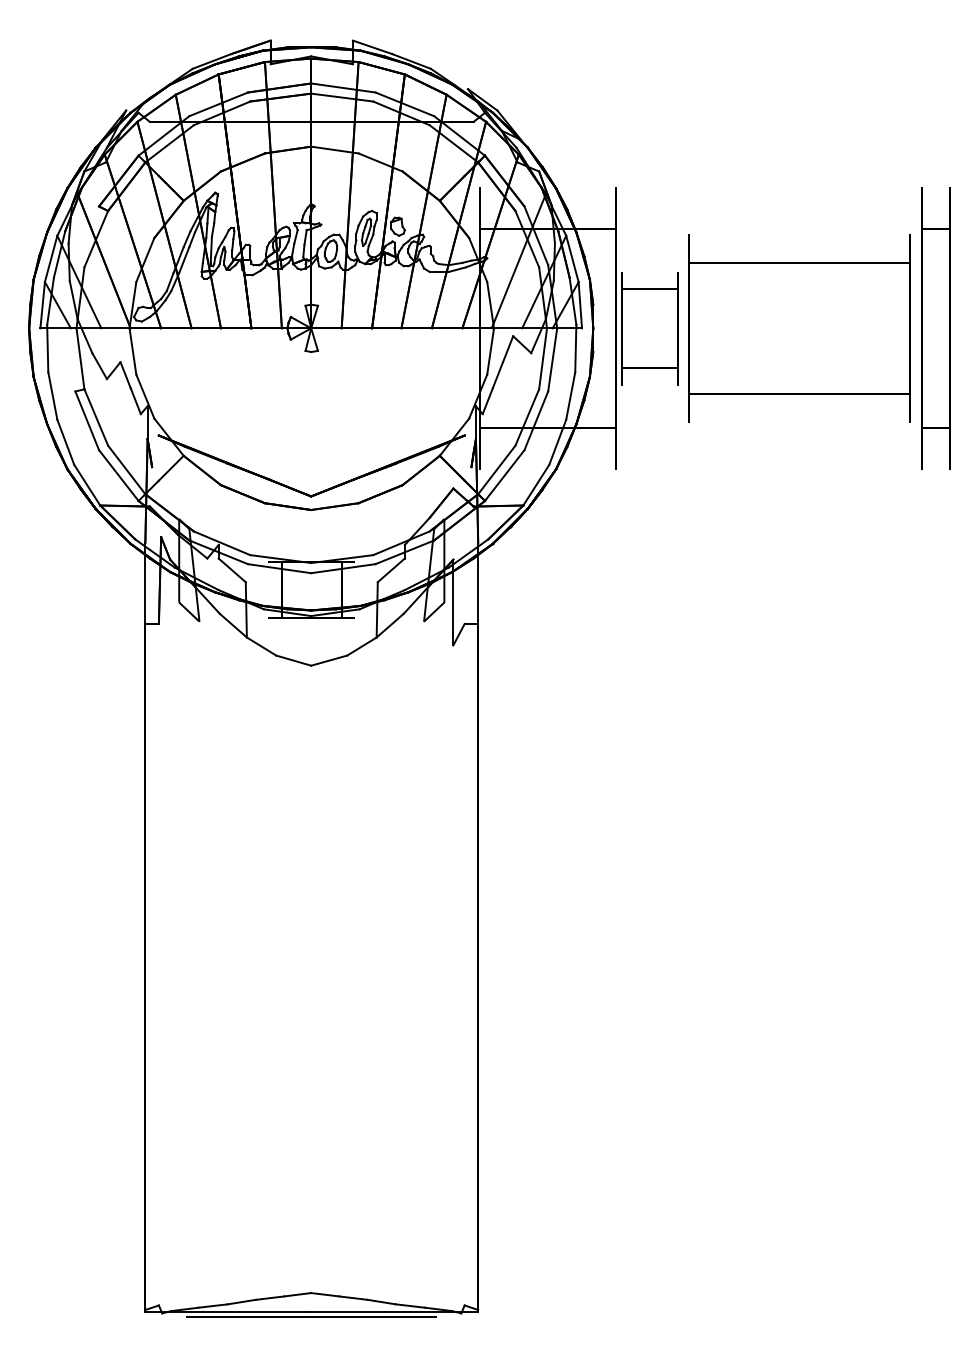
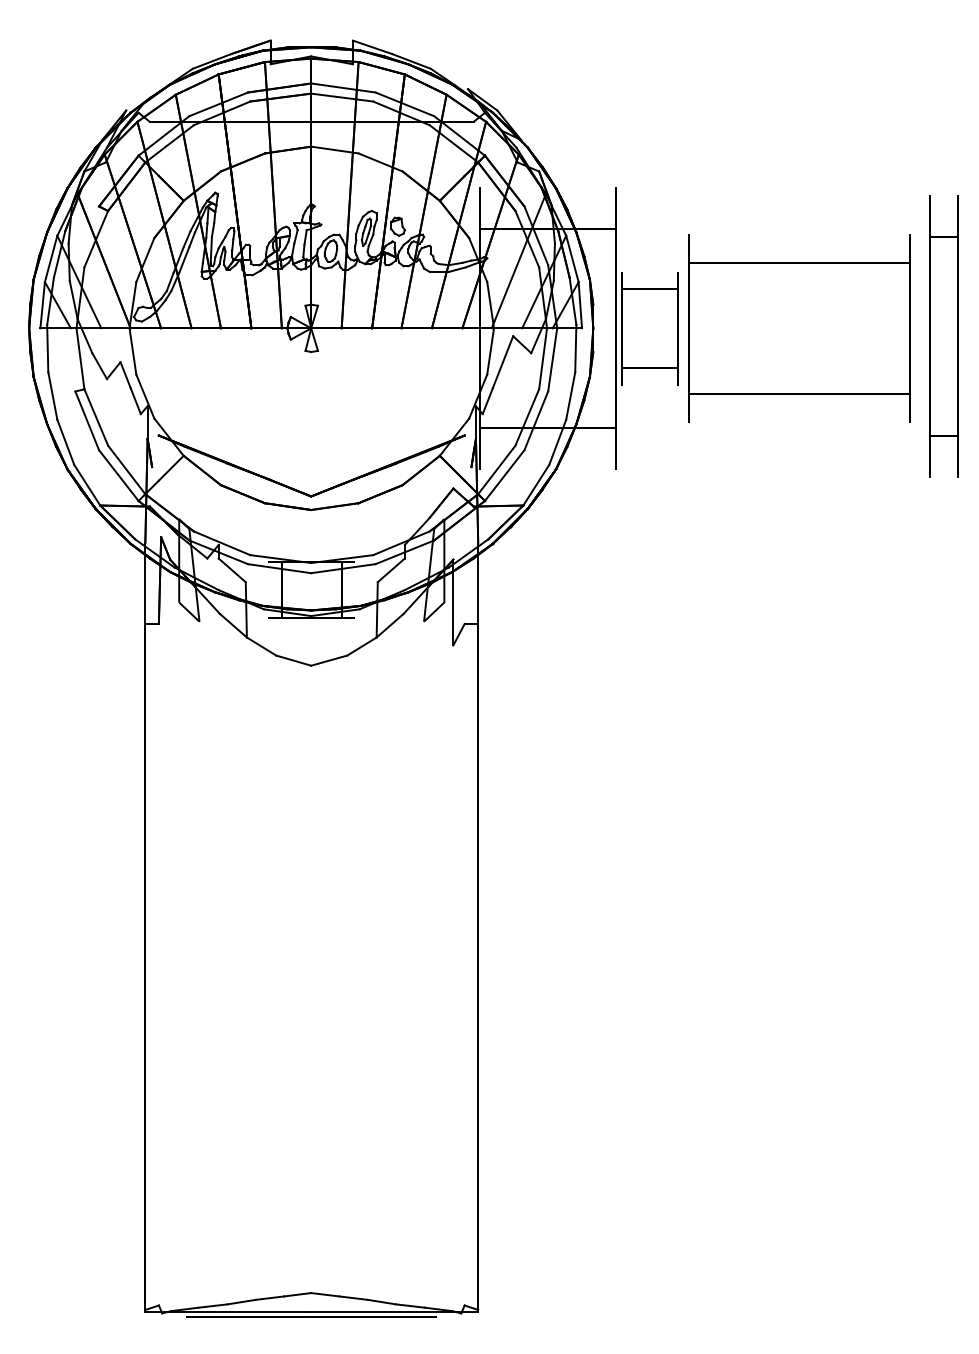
part at (935, 328) position: (935, 328) -> (943, 336)
